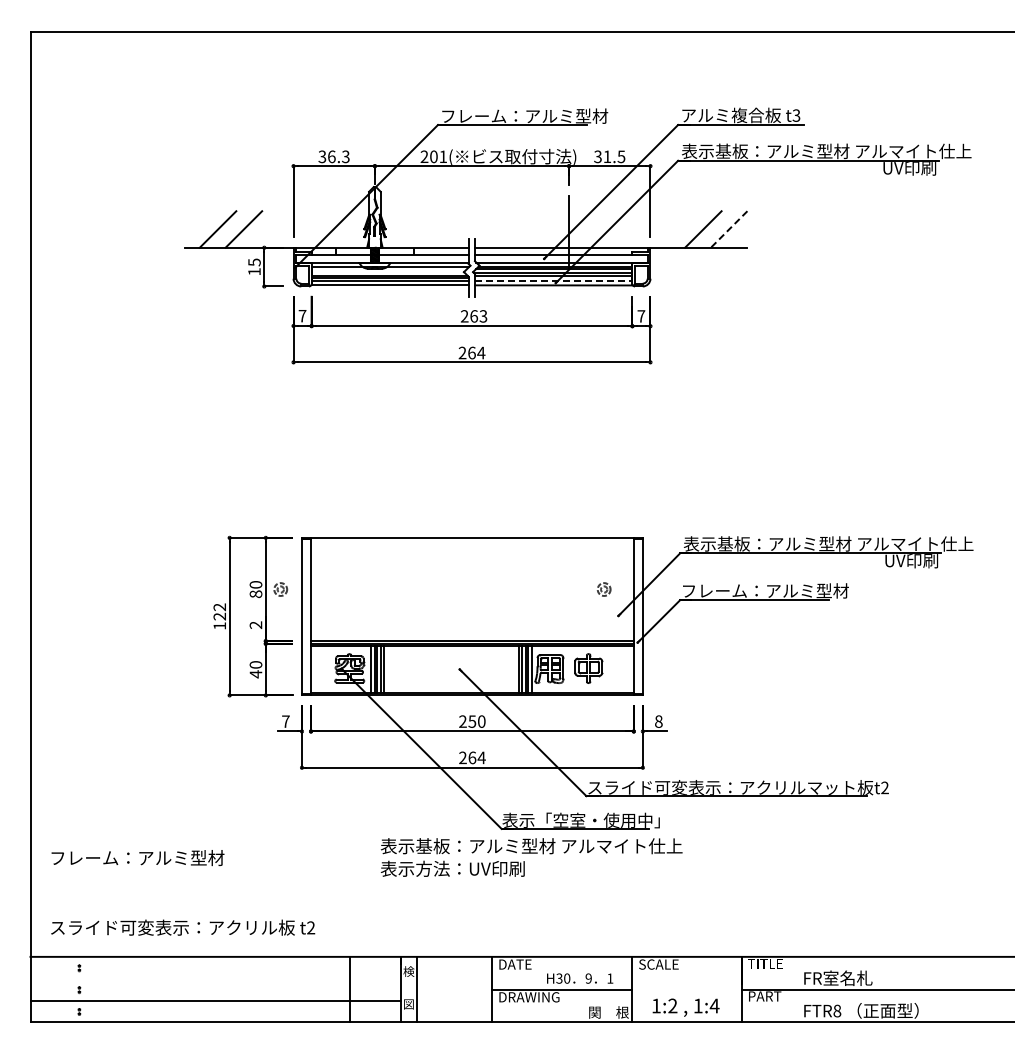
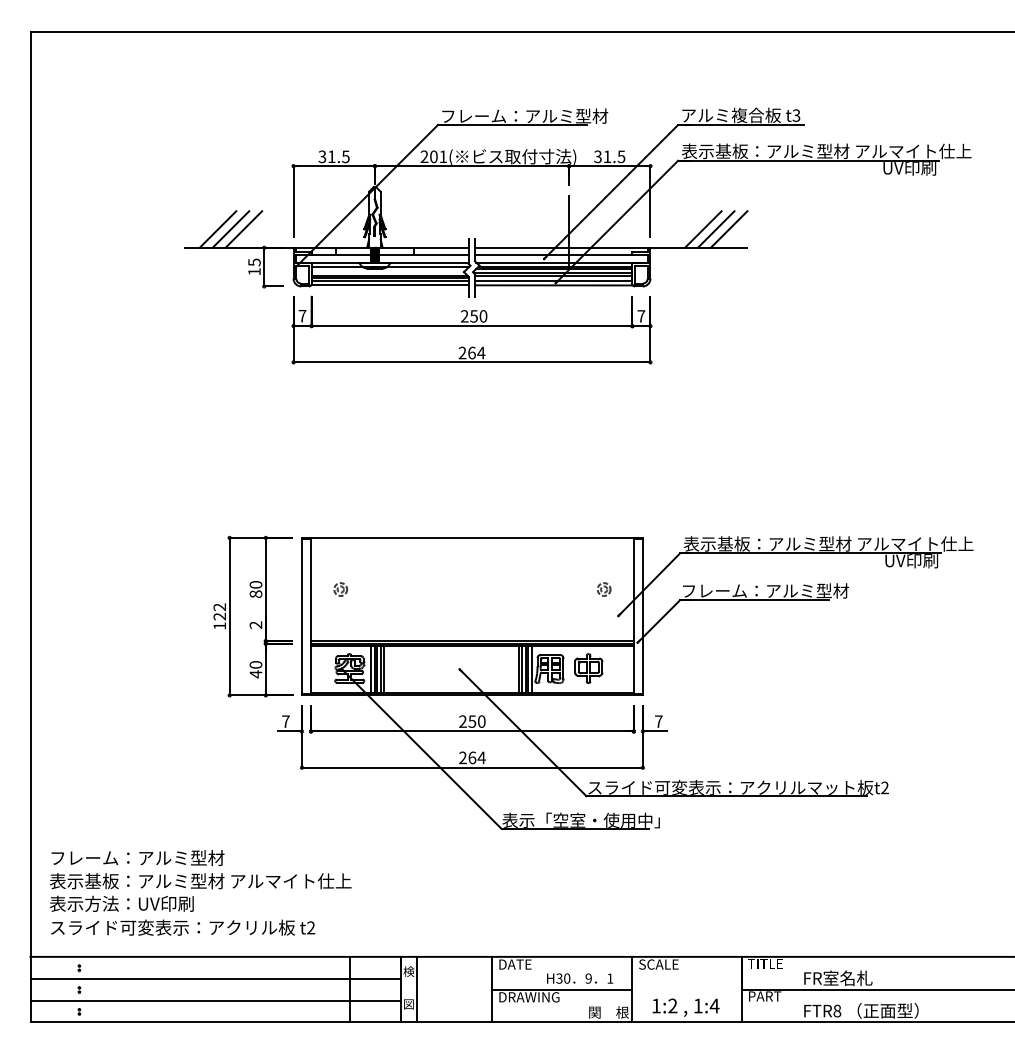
text at (338, 156): 36.3 -> 31.5
line at (230, 229): none -> present
line at (716, 229): none -> present
line at (729, 229): dashed -> solid
line at (553, 280): dashed -> solid
text at (478, 316): 263 -> 250
part at (280, 589) position: (280, 589) -> (340, 589)
text at (658, 721): 8 -> 7
text at (531, 857) position: (531, 857) -> (200, 892)
line at (215, 978): none -> present
